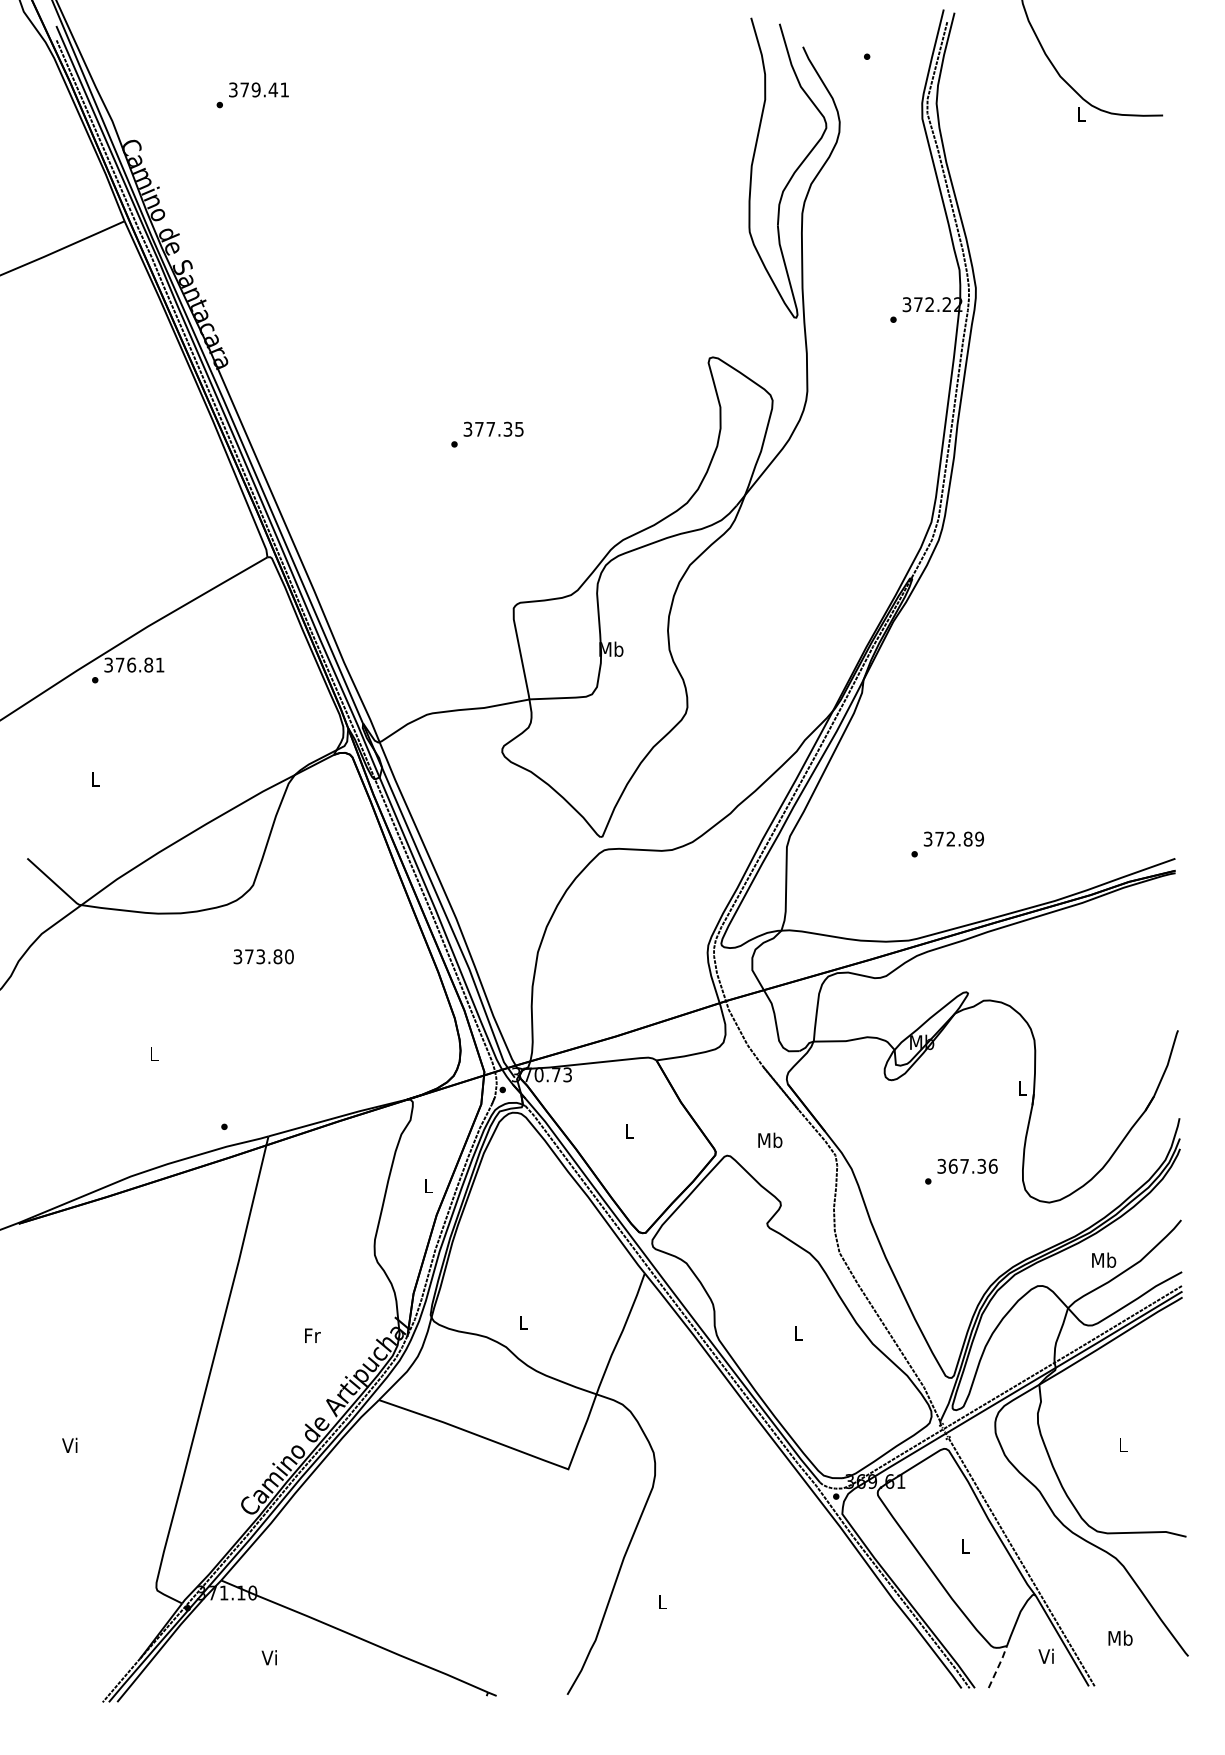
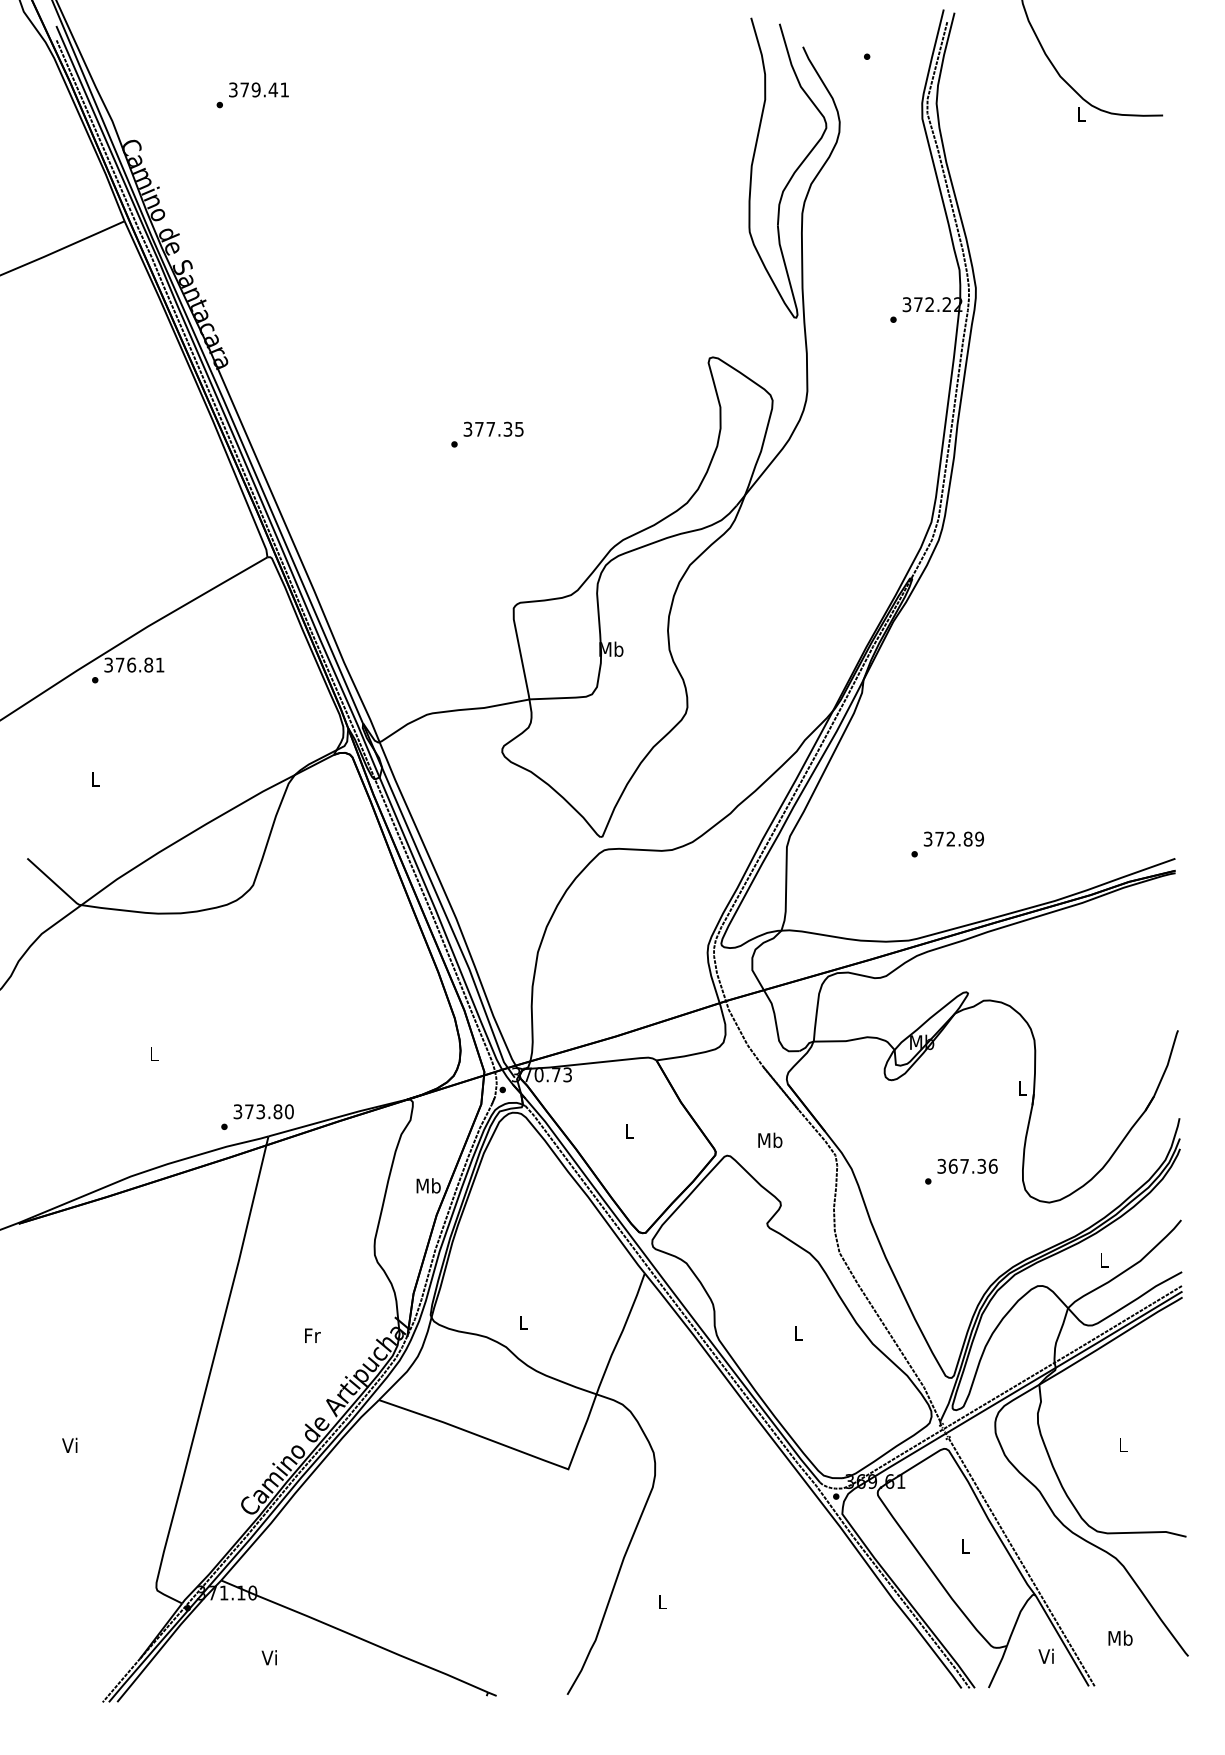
text at (263, 956) position: (263, 956) -> (263, 1111)
text at (428, 1185): L -> Mb
text at (1104, 1259): Mb -> L
line at (998, 1666): dashed -> solid
